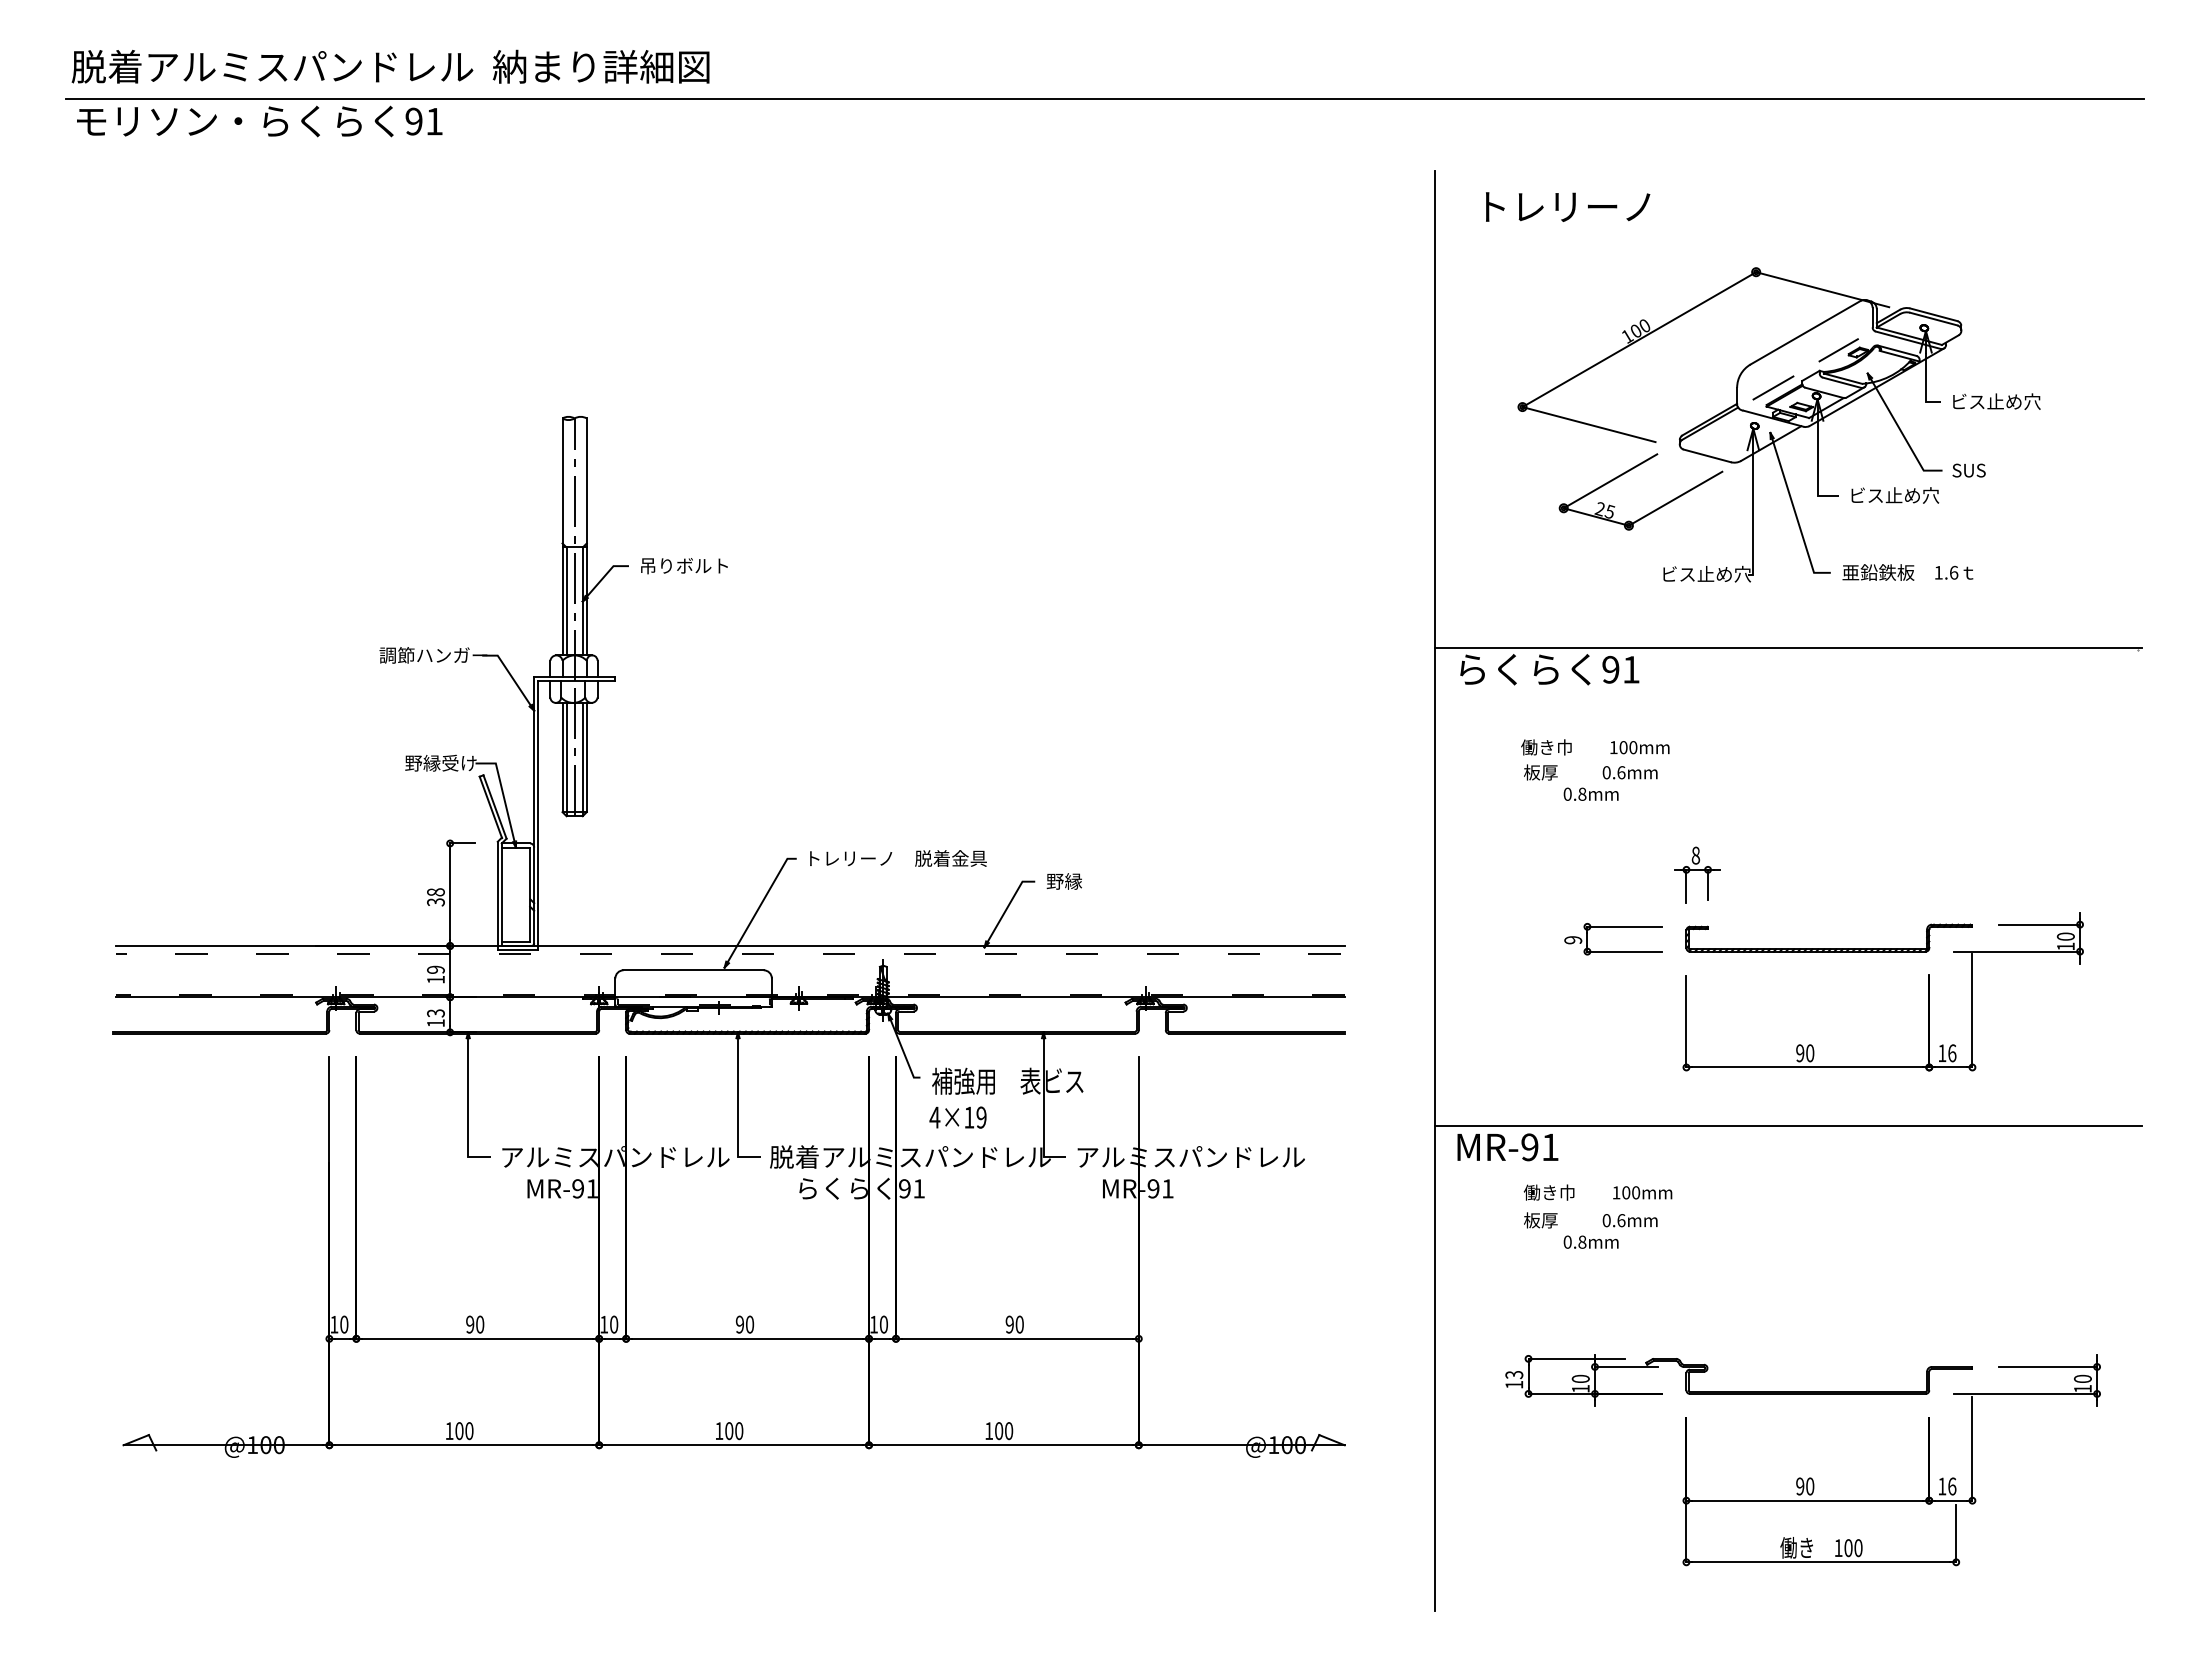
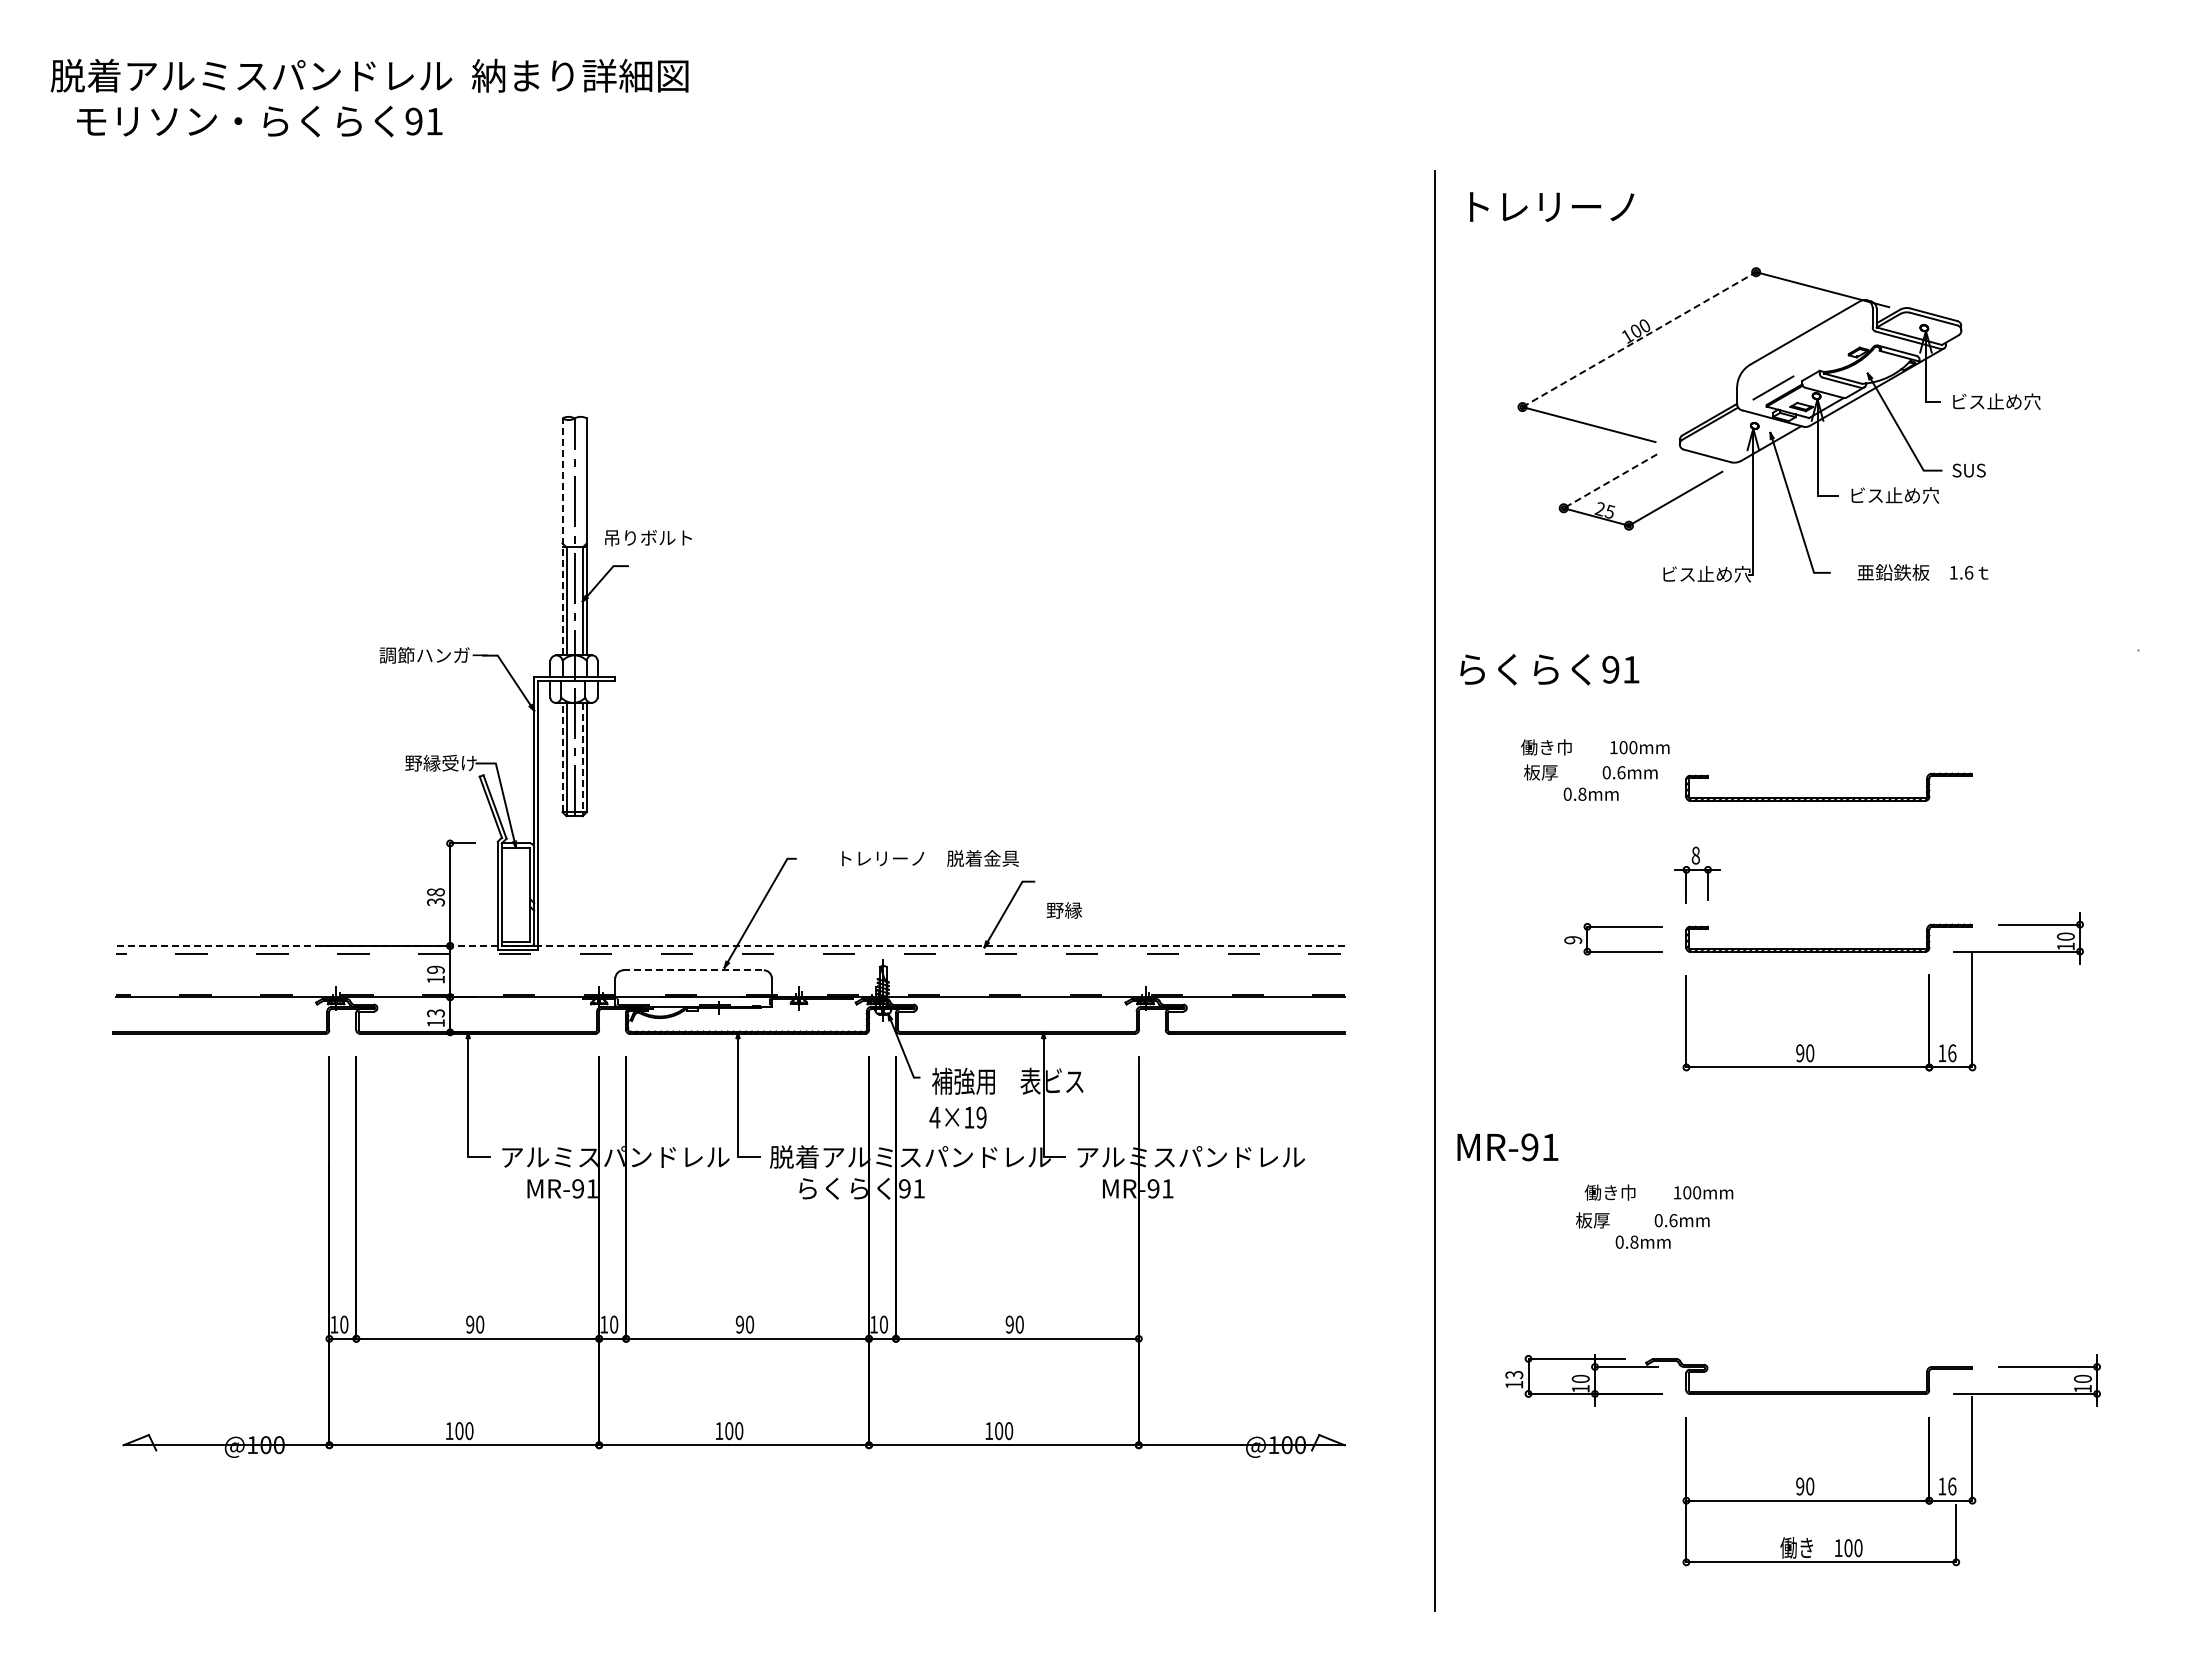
text at (390, 66) position: (390, 66) -> (369, 75)
line at (1104, 98): present -> none
text at (1568, 206) position: (1568, 206) -> (1552, 206)
line at (1639, 339): solid -> dashed
line at (1838, 350): present -> none
line at (1610, 481): solid -> dashed
line at (562, 536): solid -> dashed
text at (684, 566) position: (684, 566) -> (648, 538)
text at (1907, 572) position: (1907, 572) -> (1922, 572)
line at (1788, 648): present -> none
line at (562, 757): solid -> dashed
line at (582, 759): solid -> dashed
part at (1828, 797): none -> present
text at (898, 858) position: (898, 858) -> (930, 858)
text at (1063, 881) position: (1063, 881) -> (1063, 910)
line at (729, 945): solid -> dashed
line at (694, 970): solid -> dashed
line at (1788, 1125): present -> none
text at (1597, 1192) position: (1597, 1192) -> (1658, 1192)
text at (1590, 1230) position: (1590, 1230) -> (1642, 1230)
